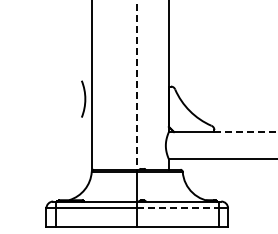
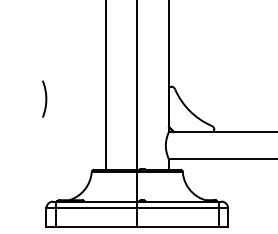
line at (91, 85) position: (91, 85) -> (105, 85)
line at (137, 85): dashed -> solid
arc at (84, 98) position: (84, 98) -> (45, 98)
line at (246, 131): dashed -> solid
line at (178, 208): dashed -> solid
